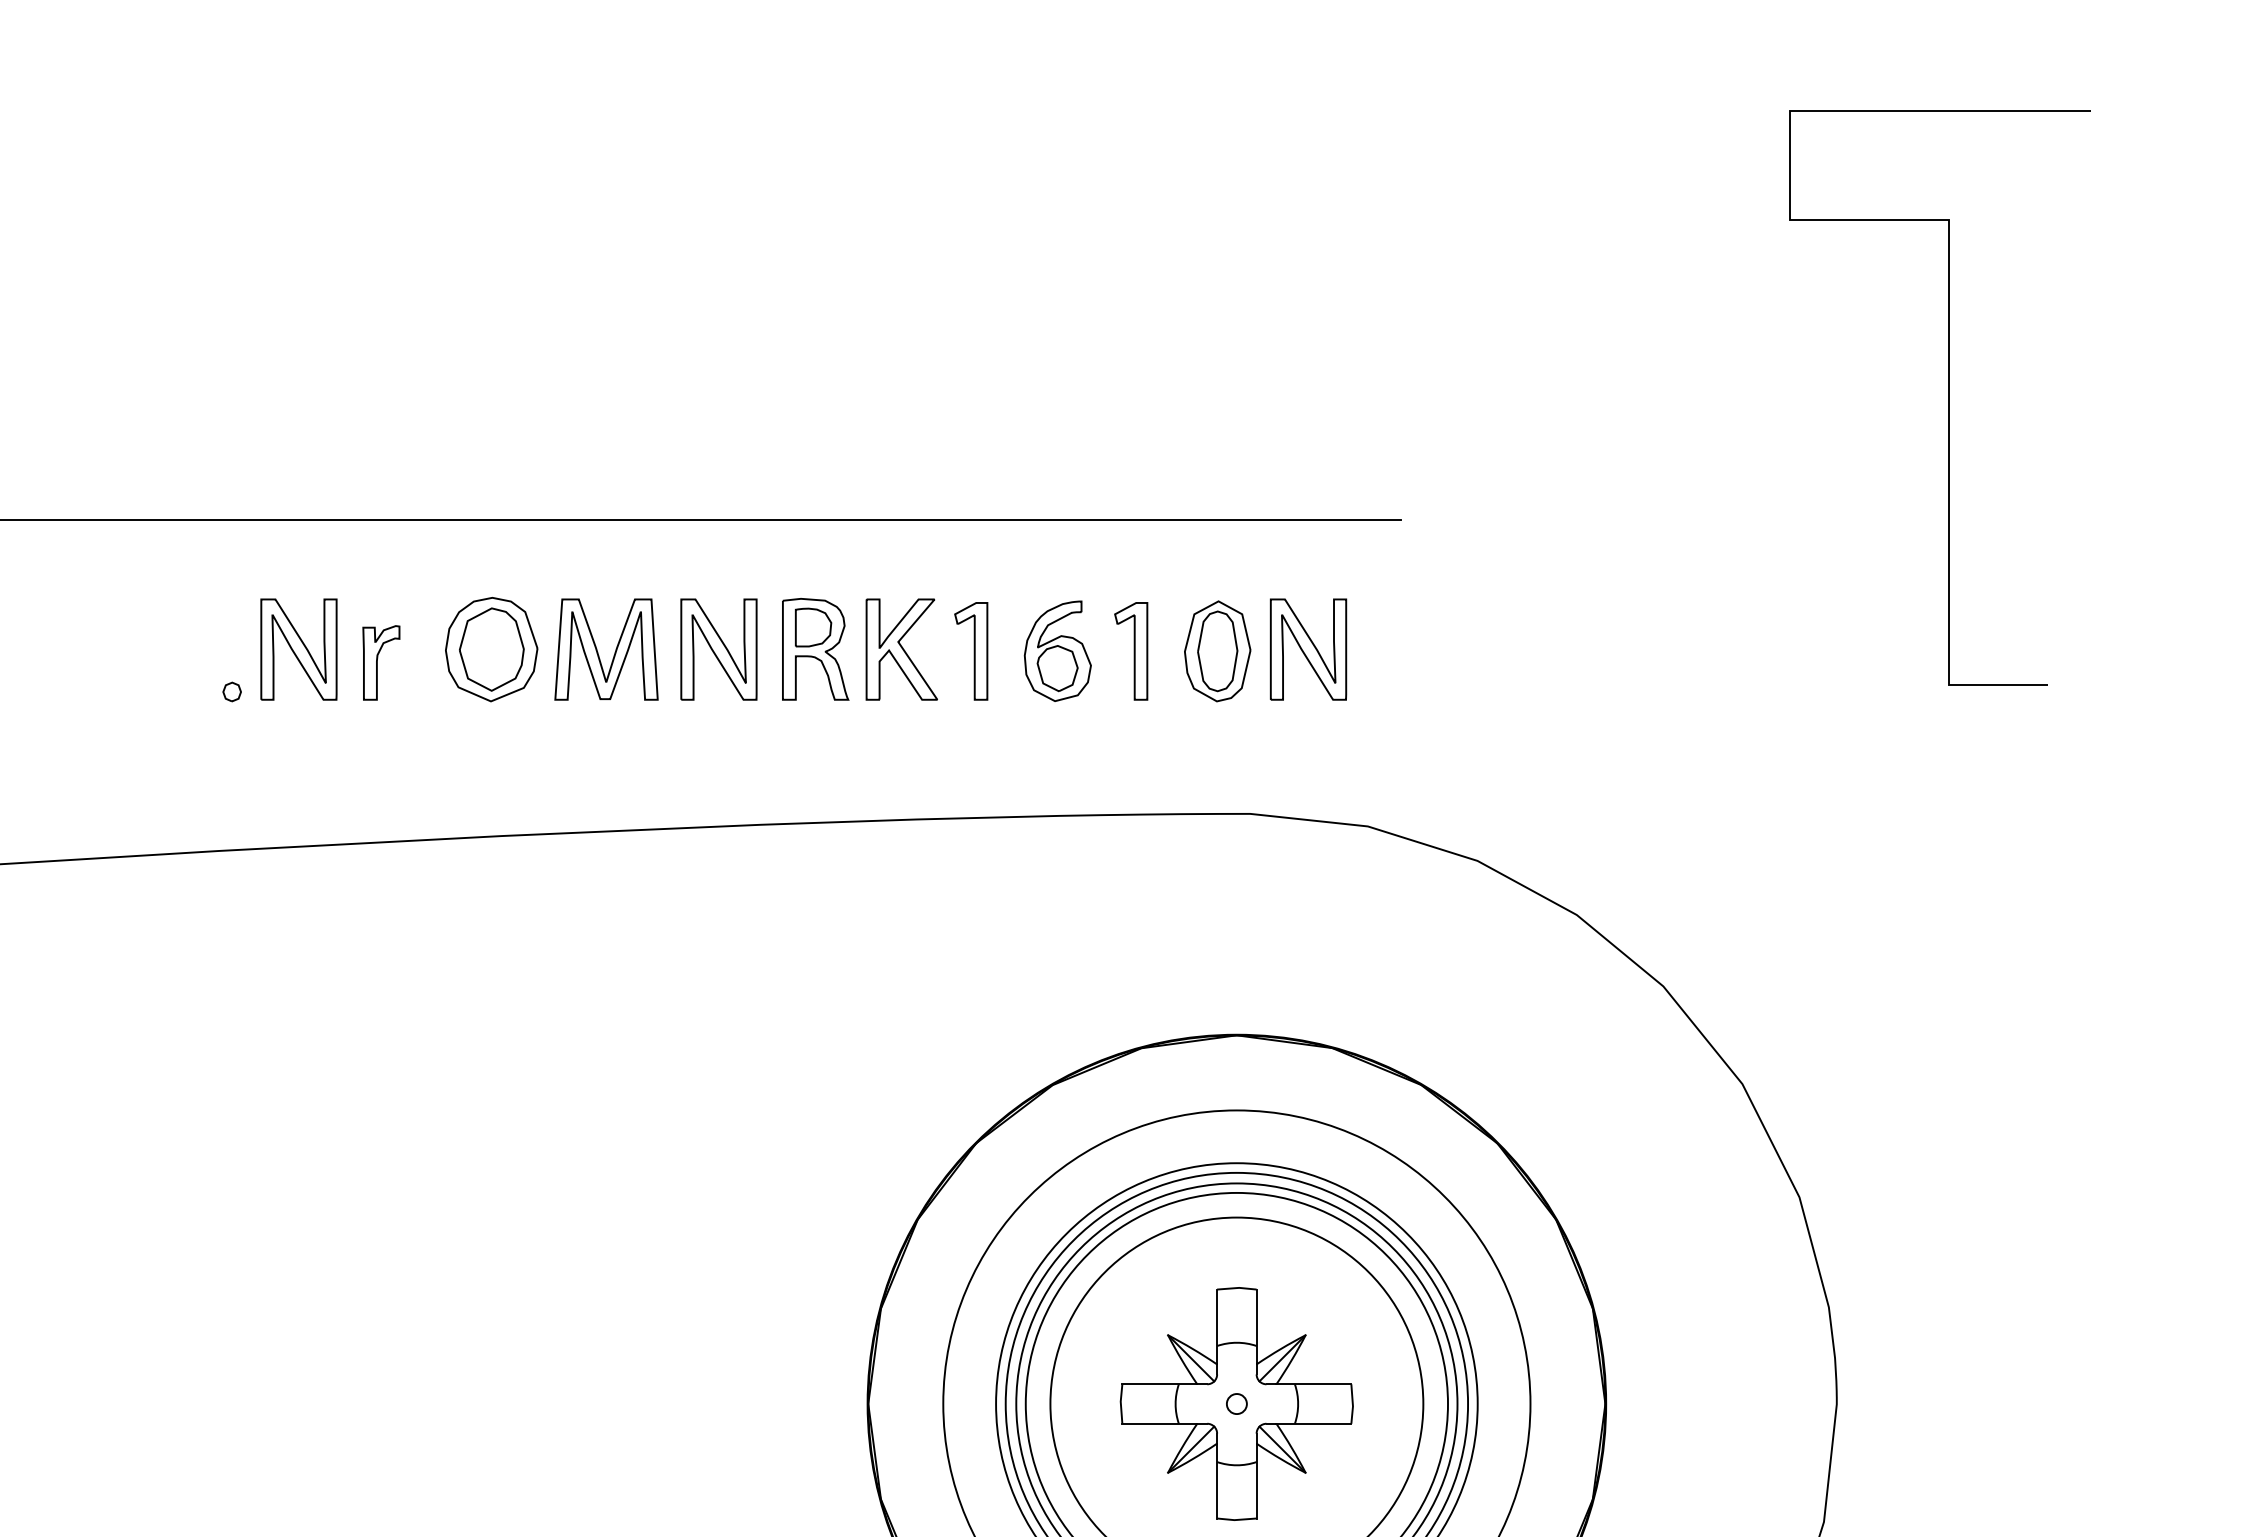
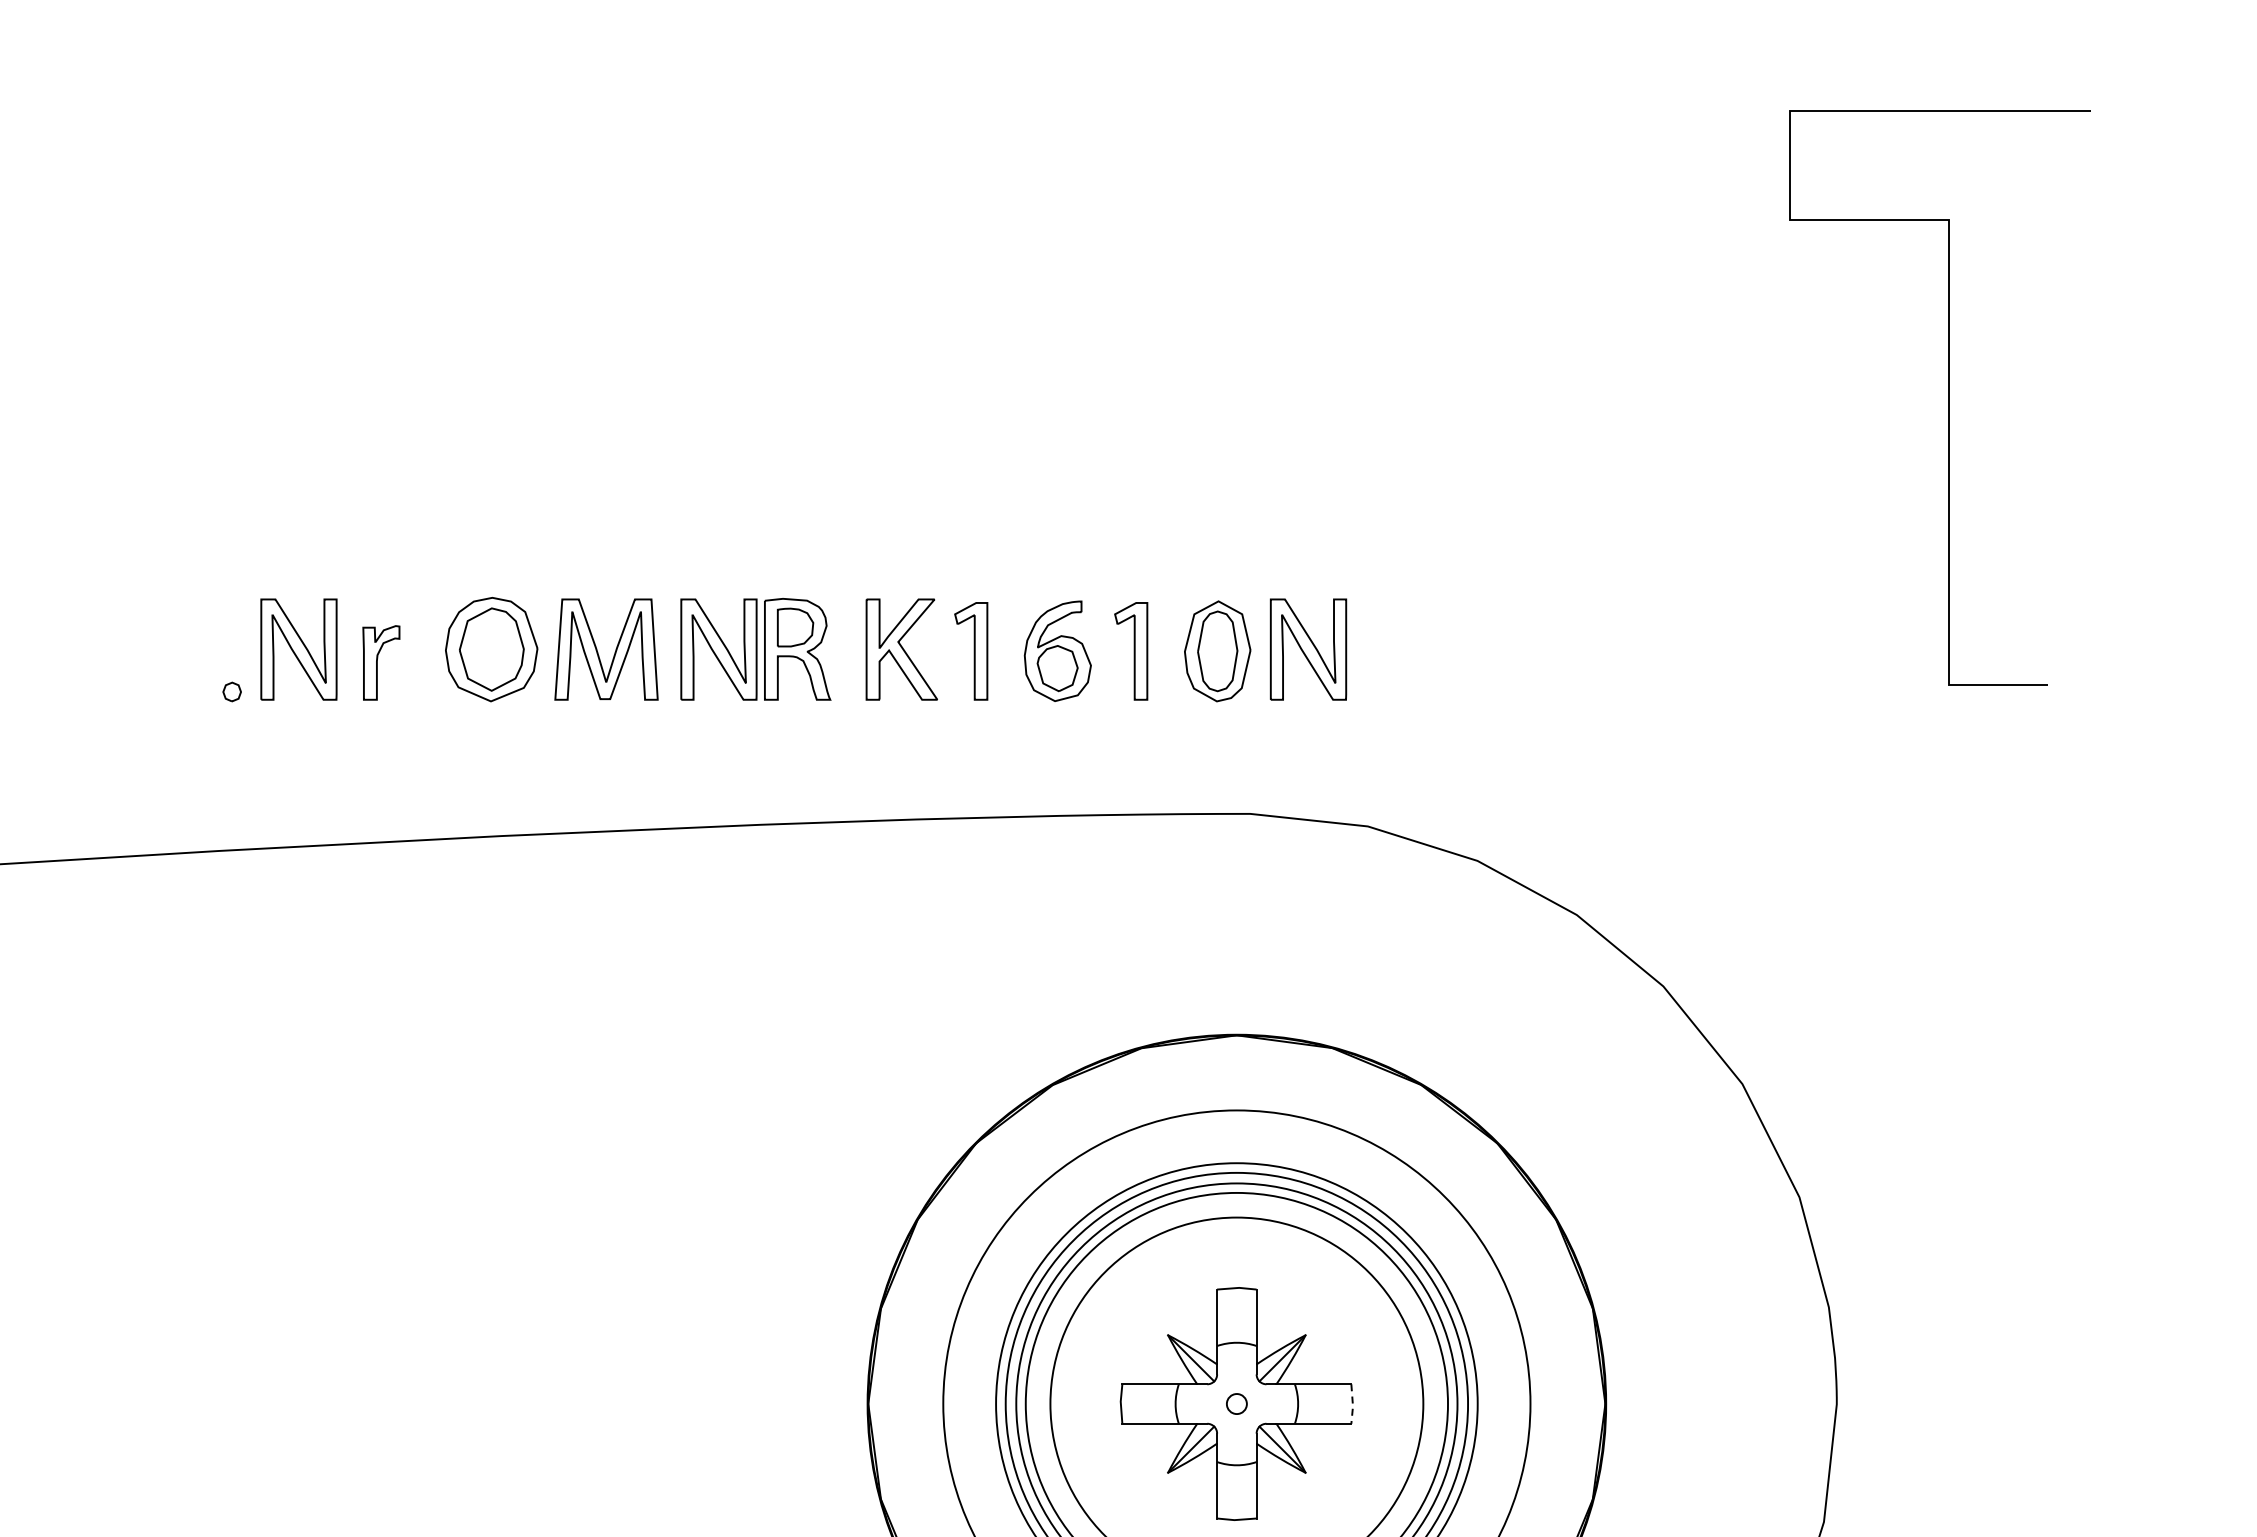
line at (701, 520): present -> none
part at (815, 649) position: (815, 649) -> (797, 649)
line at (1352, 1404): solid -> dashed
